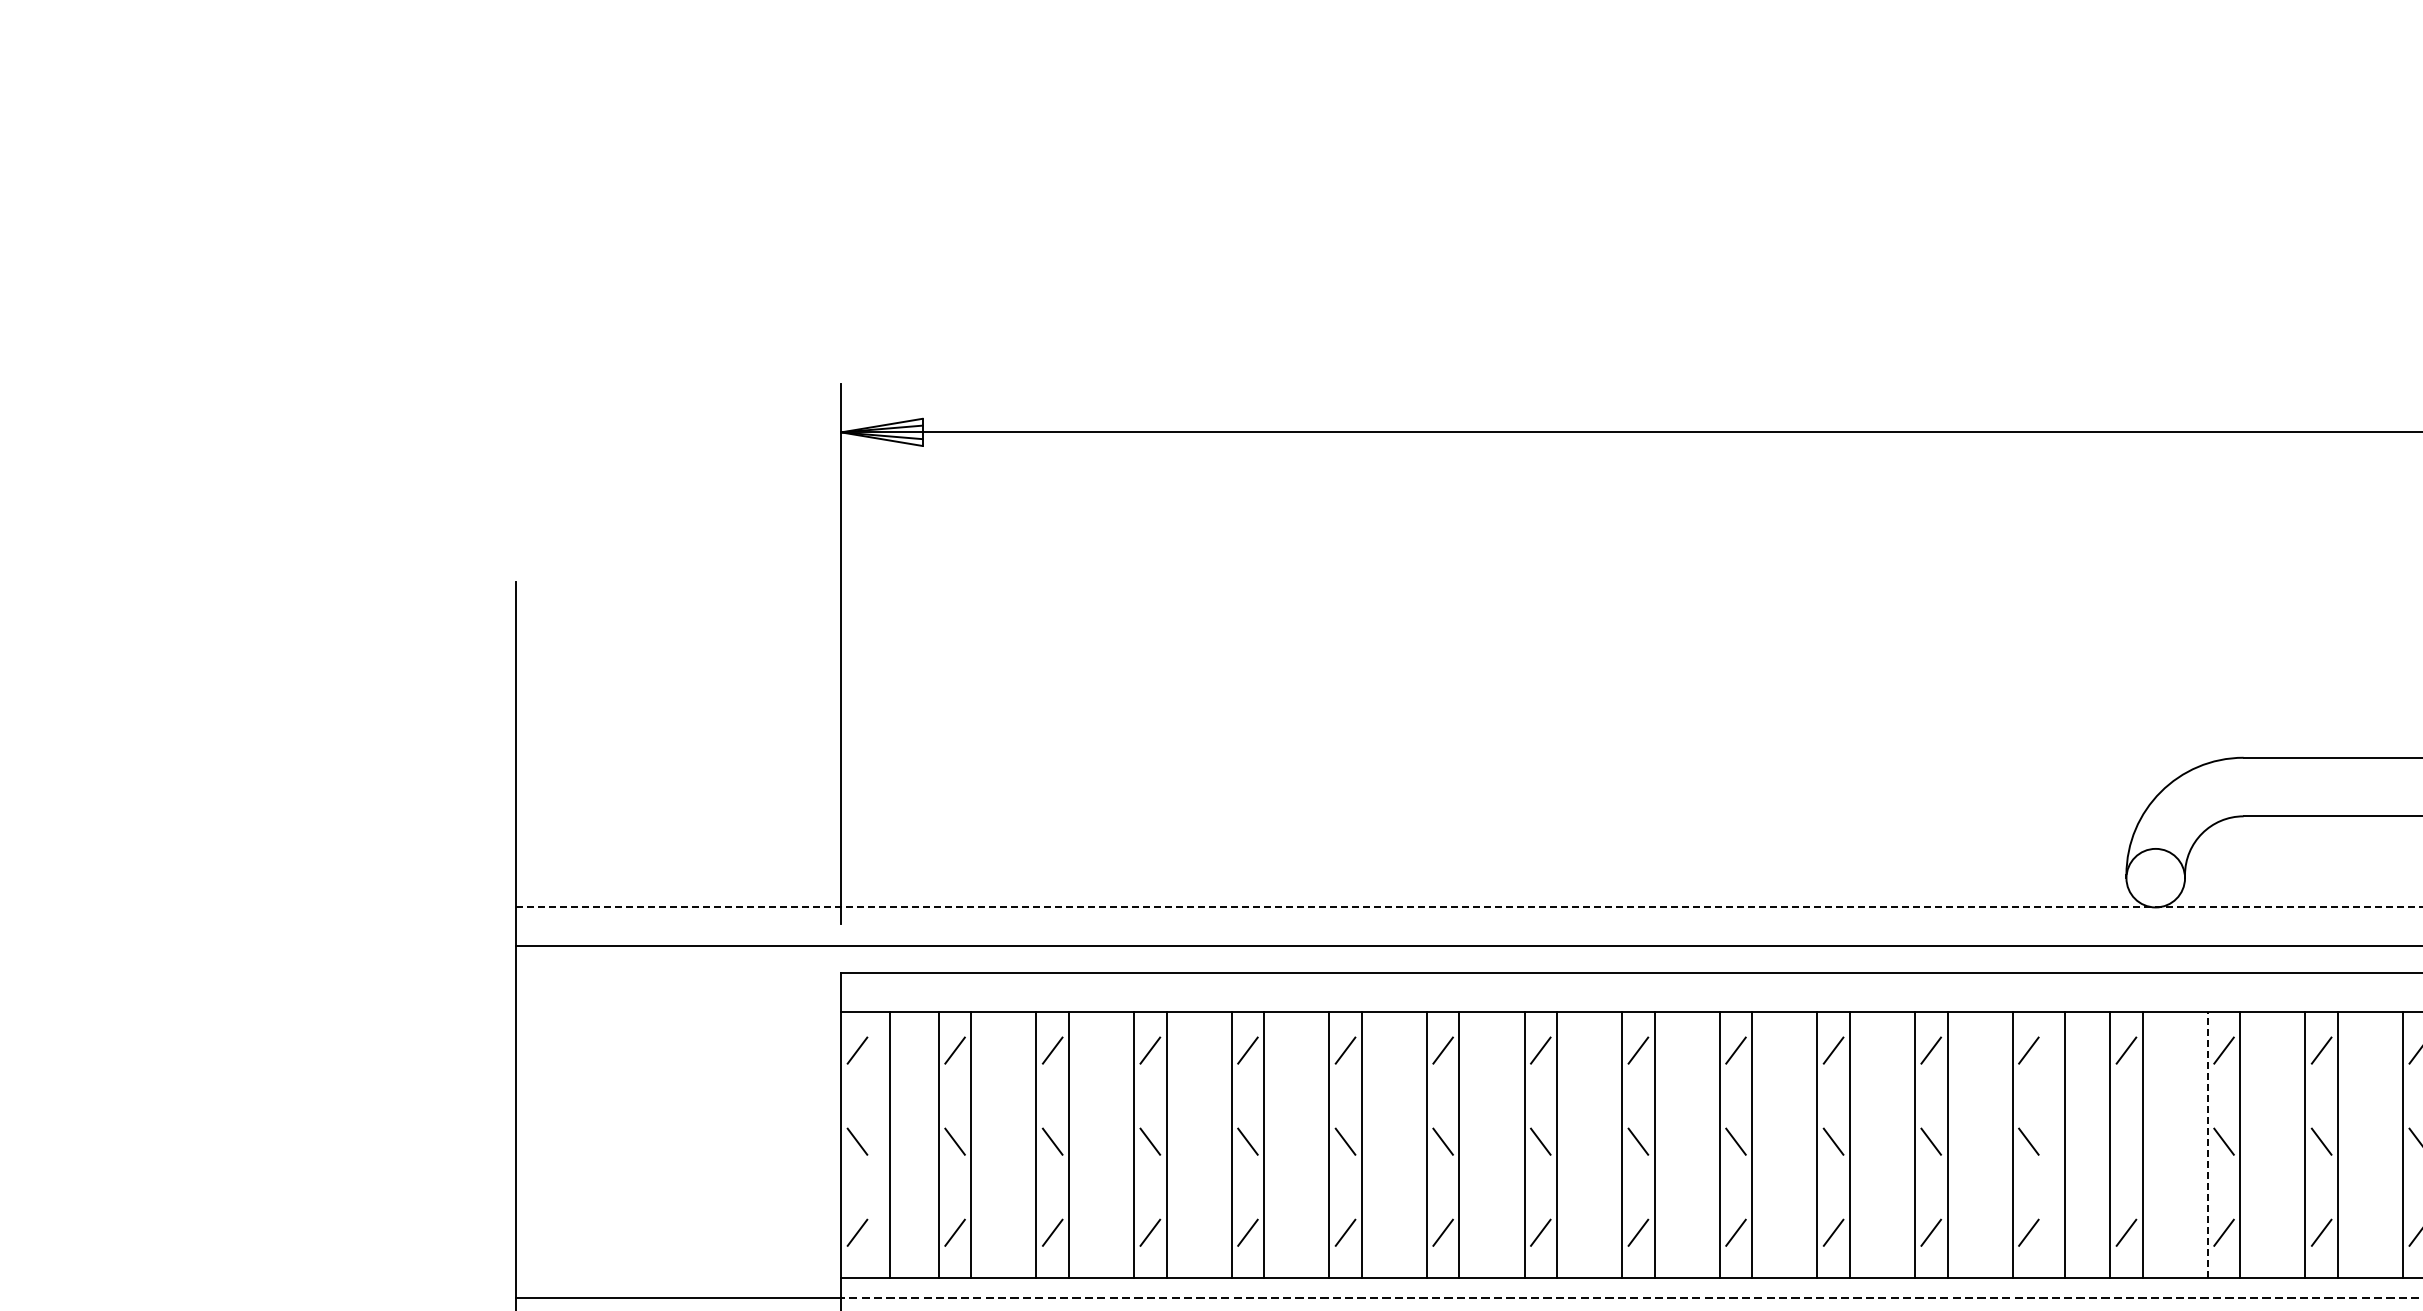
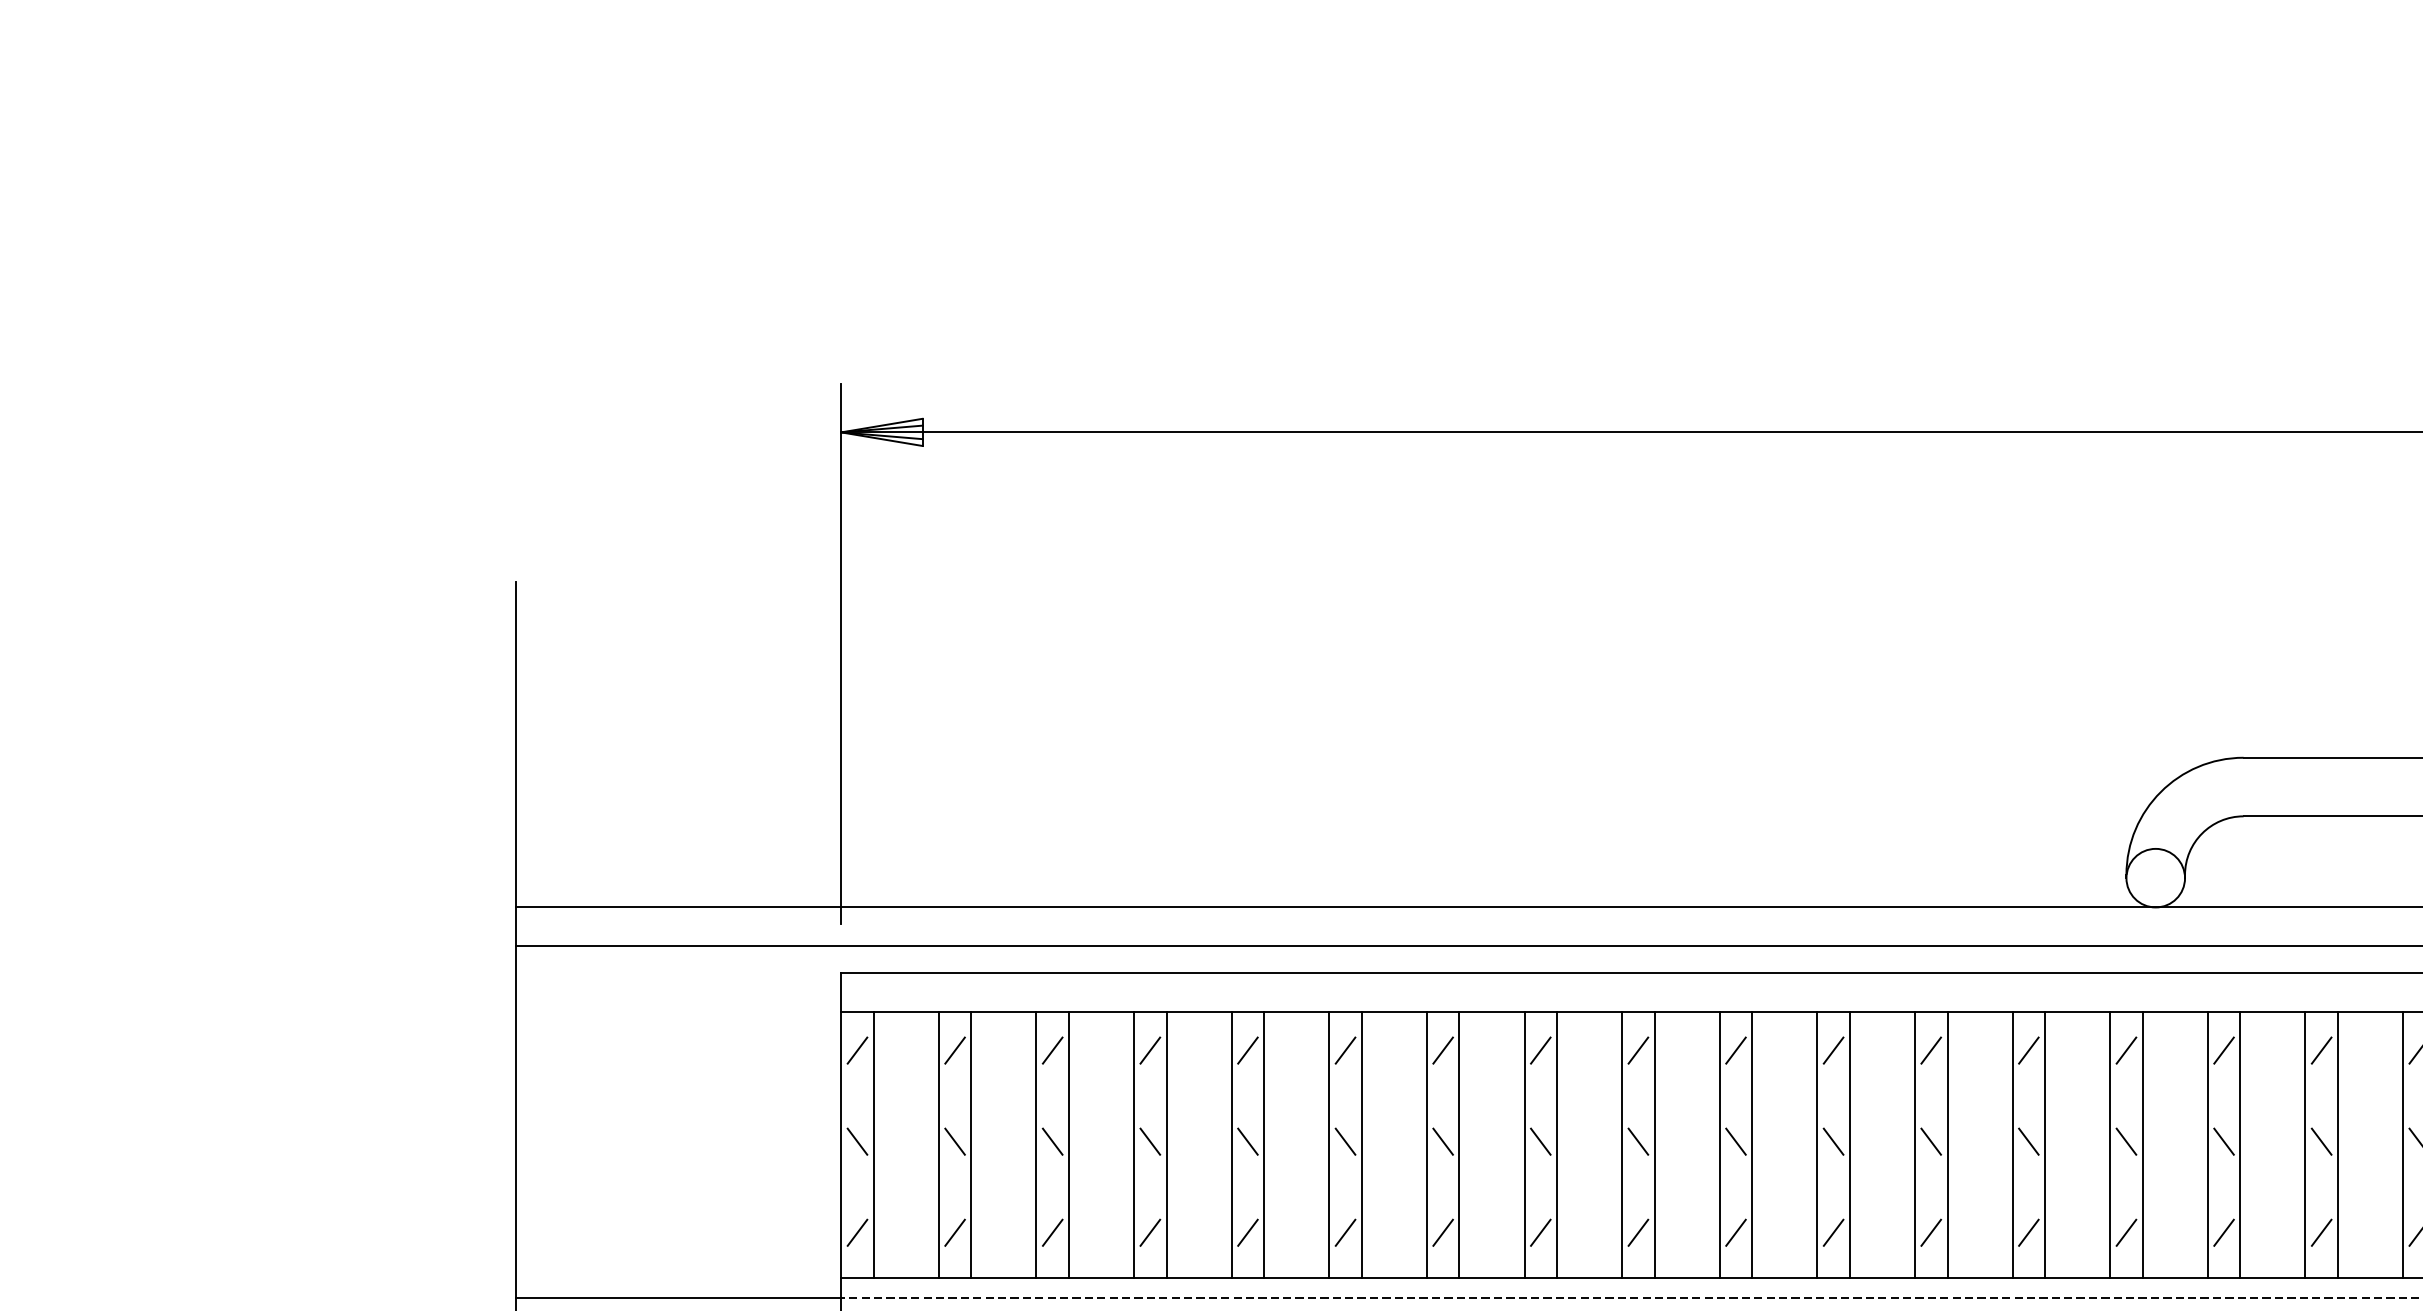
line at (1469, 907): dashed -> solid
line at (2126, 1141): none -> present
line at (889, 1144) position: (889, 1144) -> (873, 1144)
line at (2065, 1144) position: (2065, 1144) -> (2045, 1144)
line at (2207, 1144): dashed -> solid
